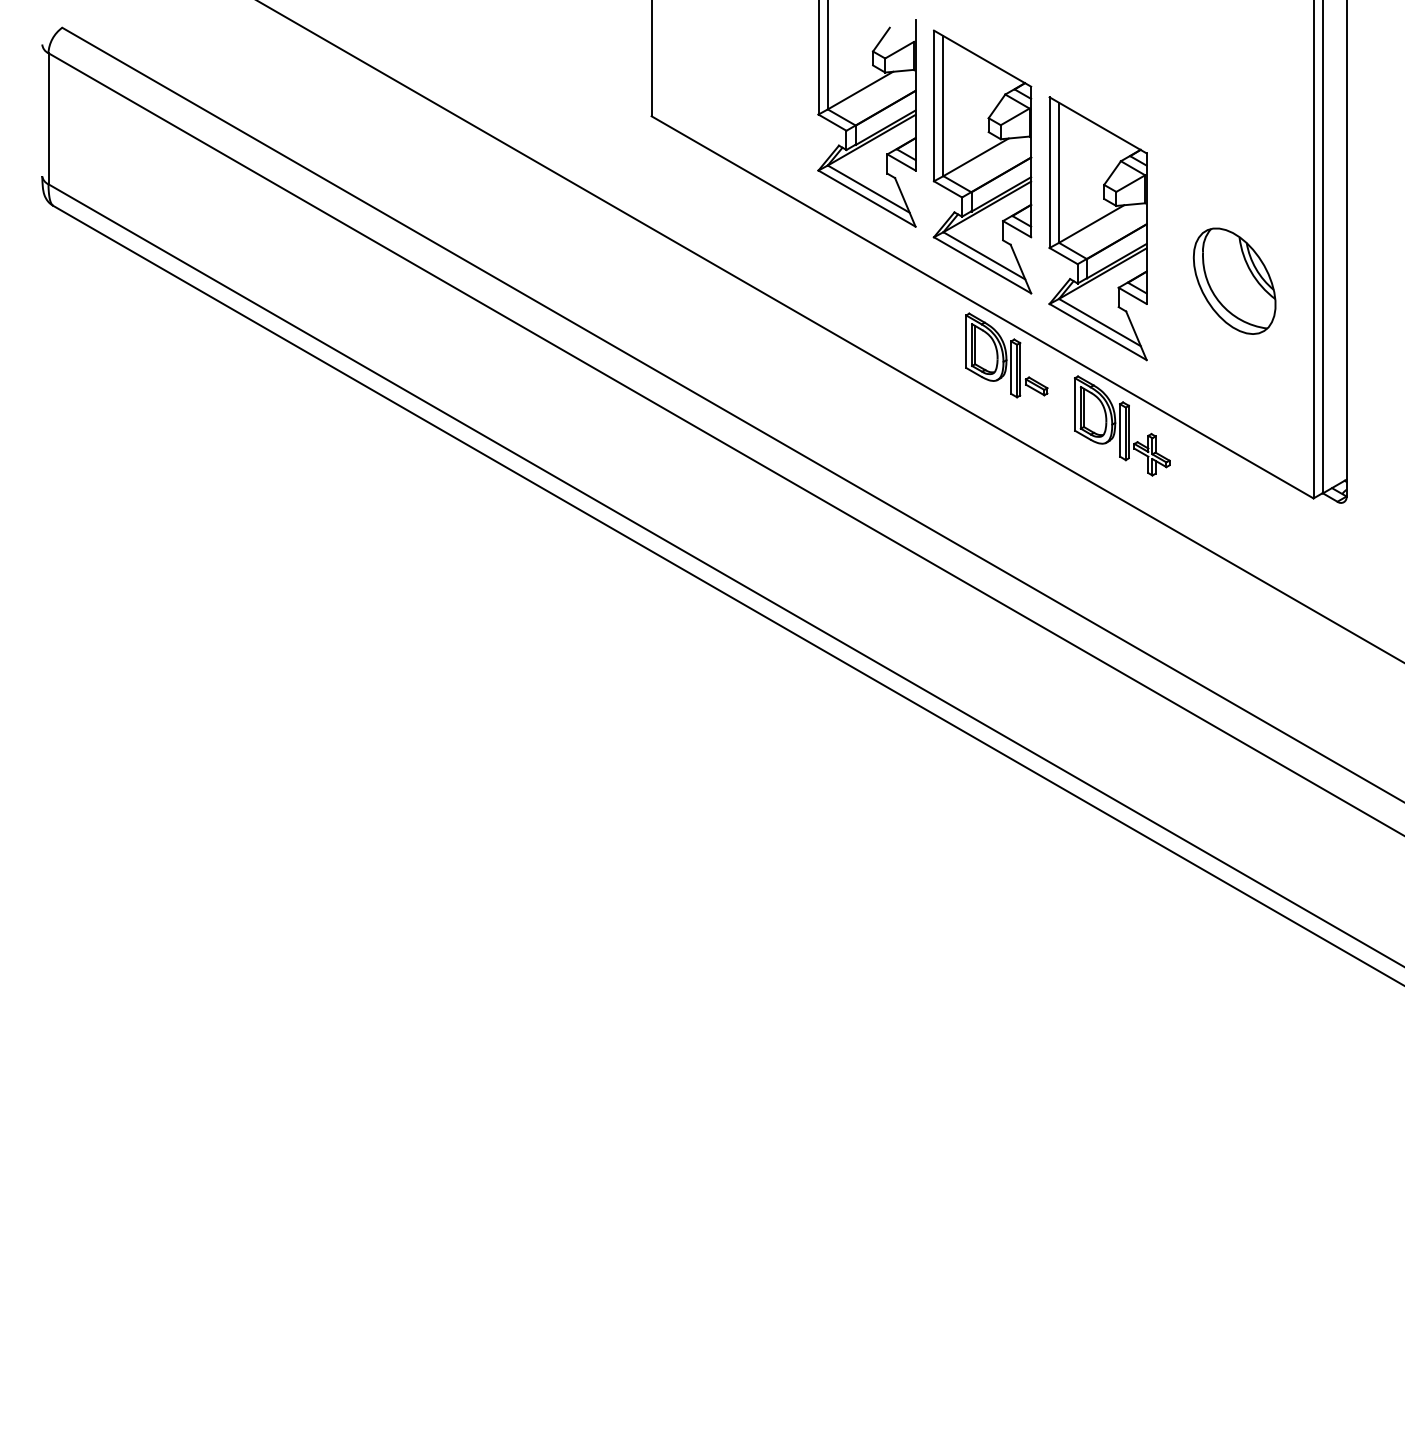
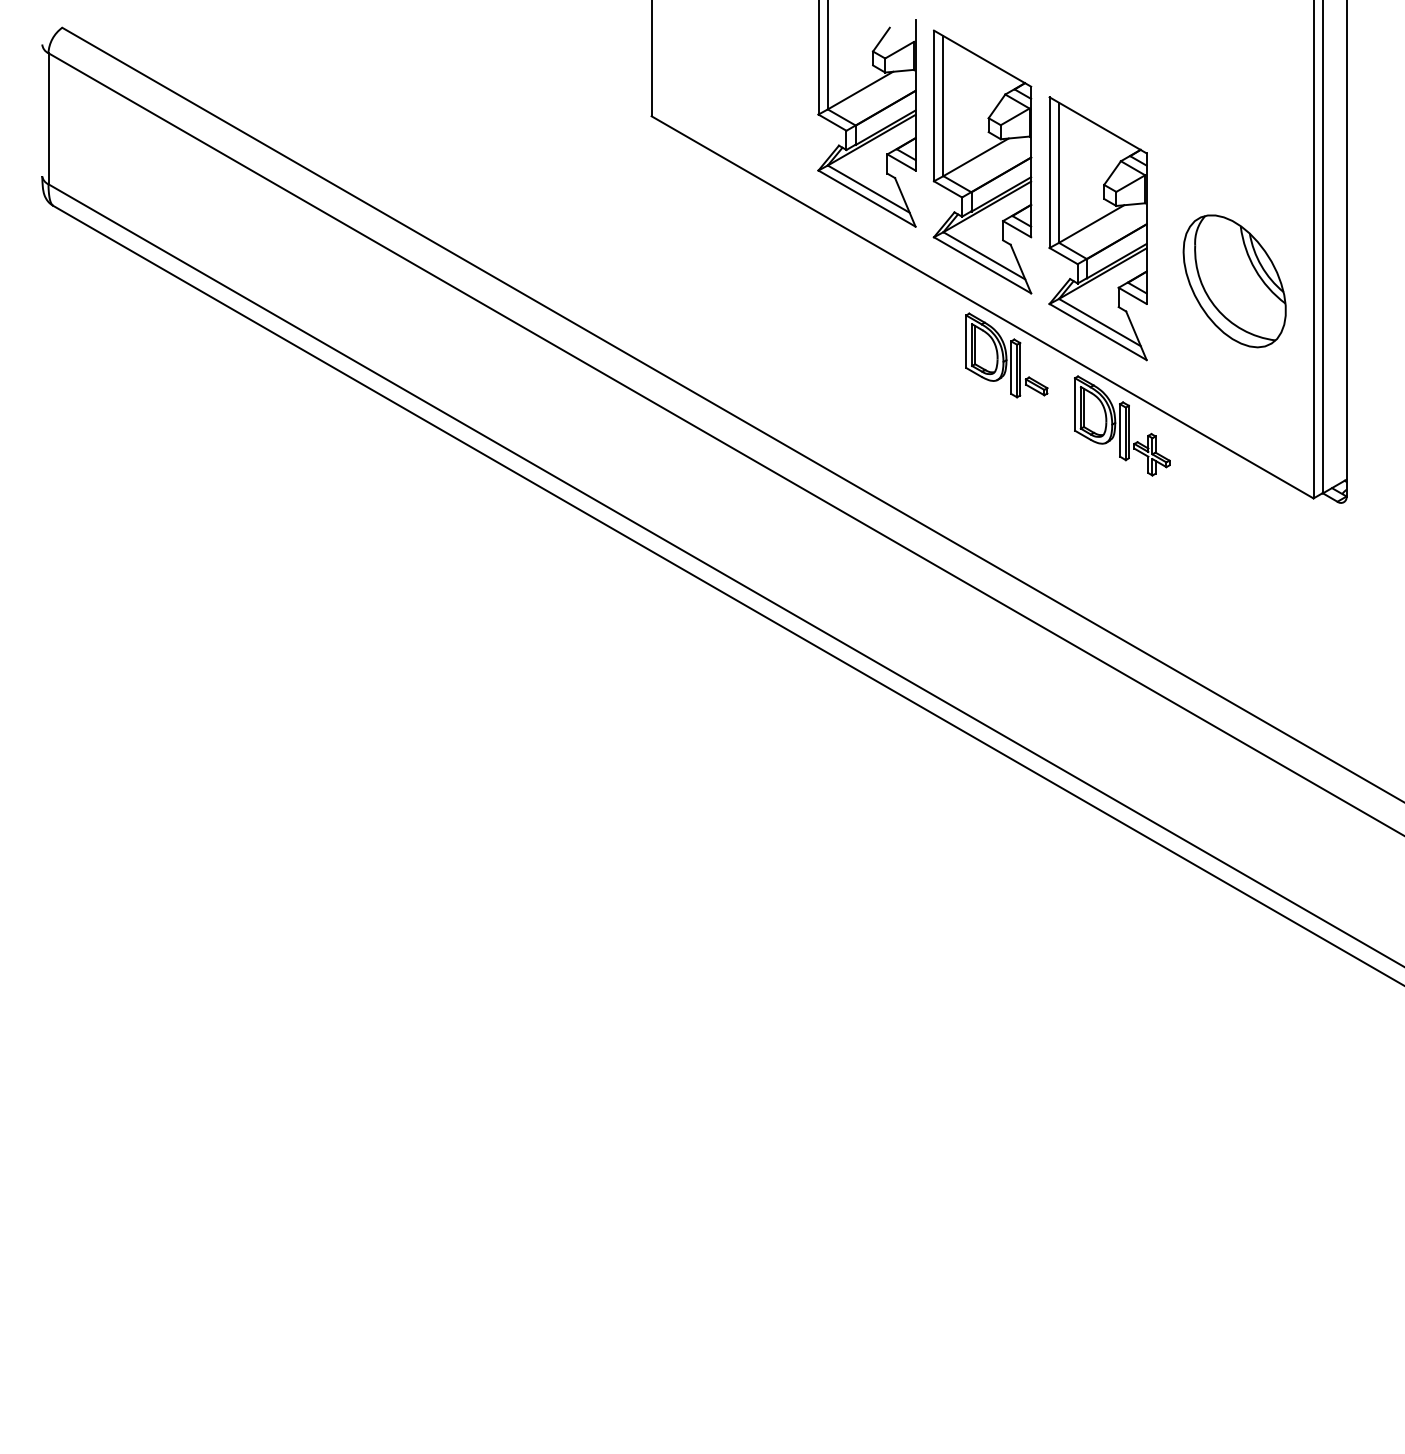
part at (1234, 280) size: 85x108 px -> 105x135 px
line at (830, 331): present -> none
